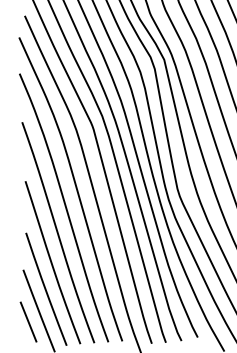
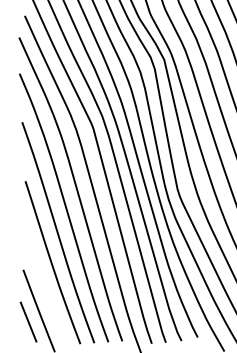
line at (46, 288): present -> none
